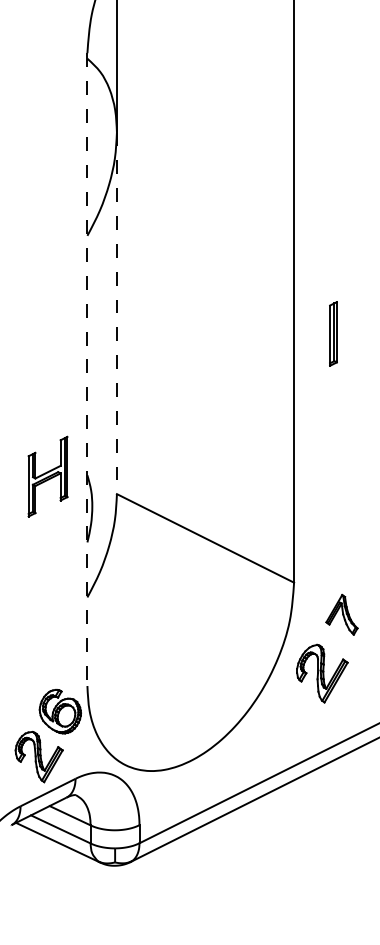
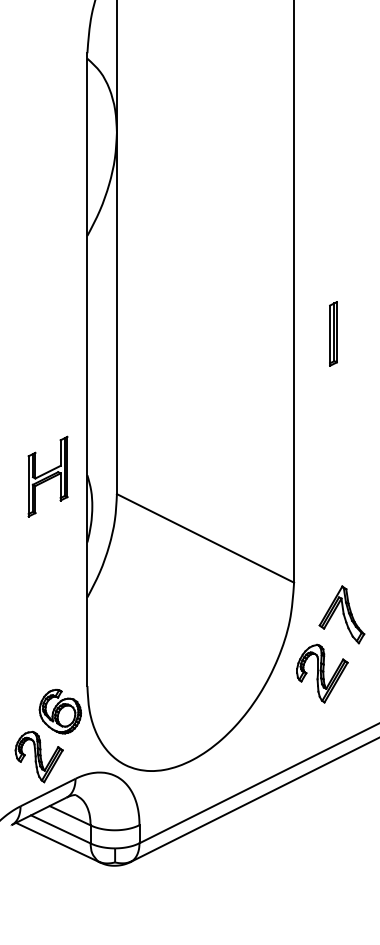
line at (116, 313): dashed -> solid
line at (87, 370): dashed -> solid
part at (341, 614) size: 34x43 px -> 48x60 px
